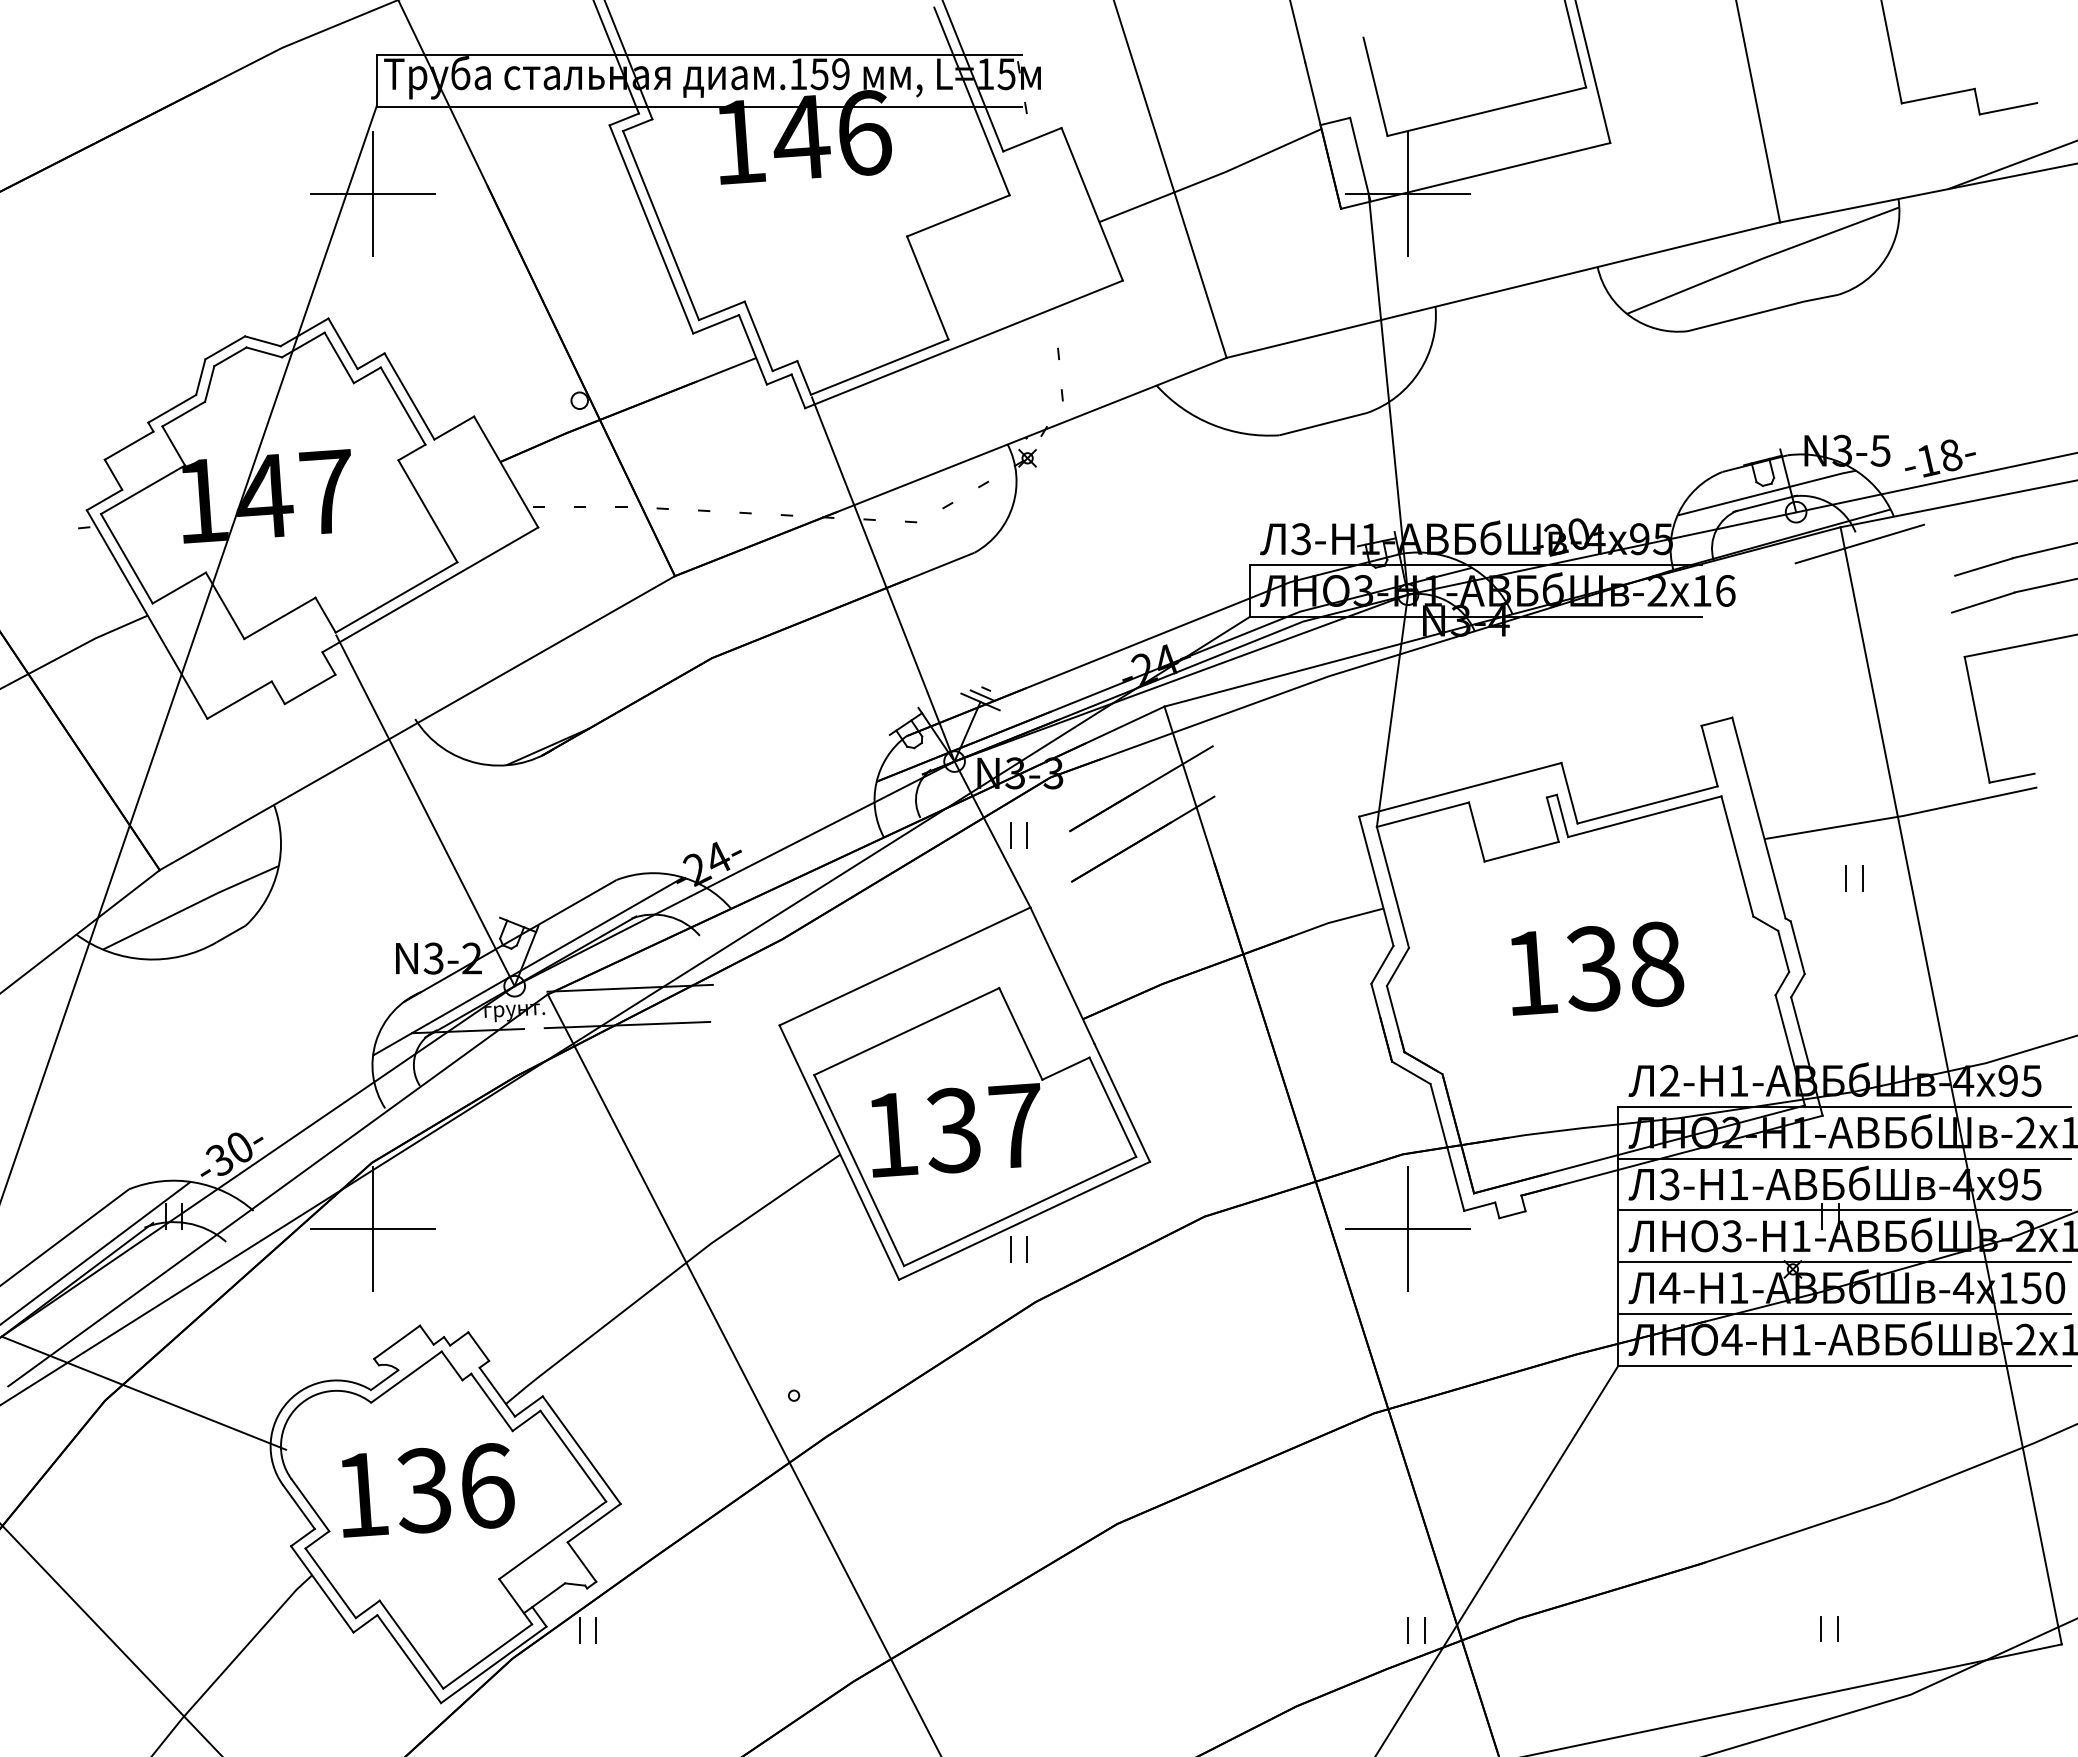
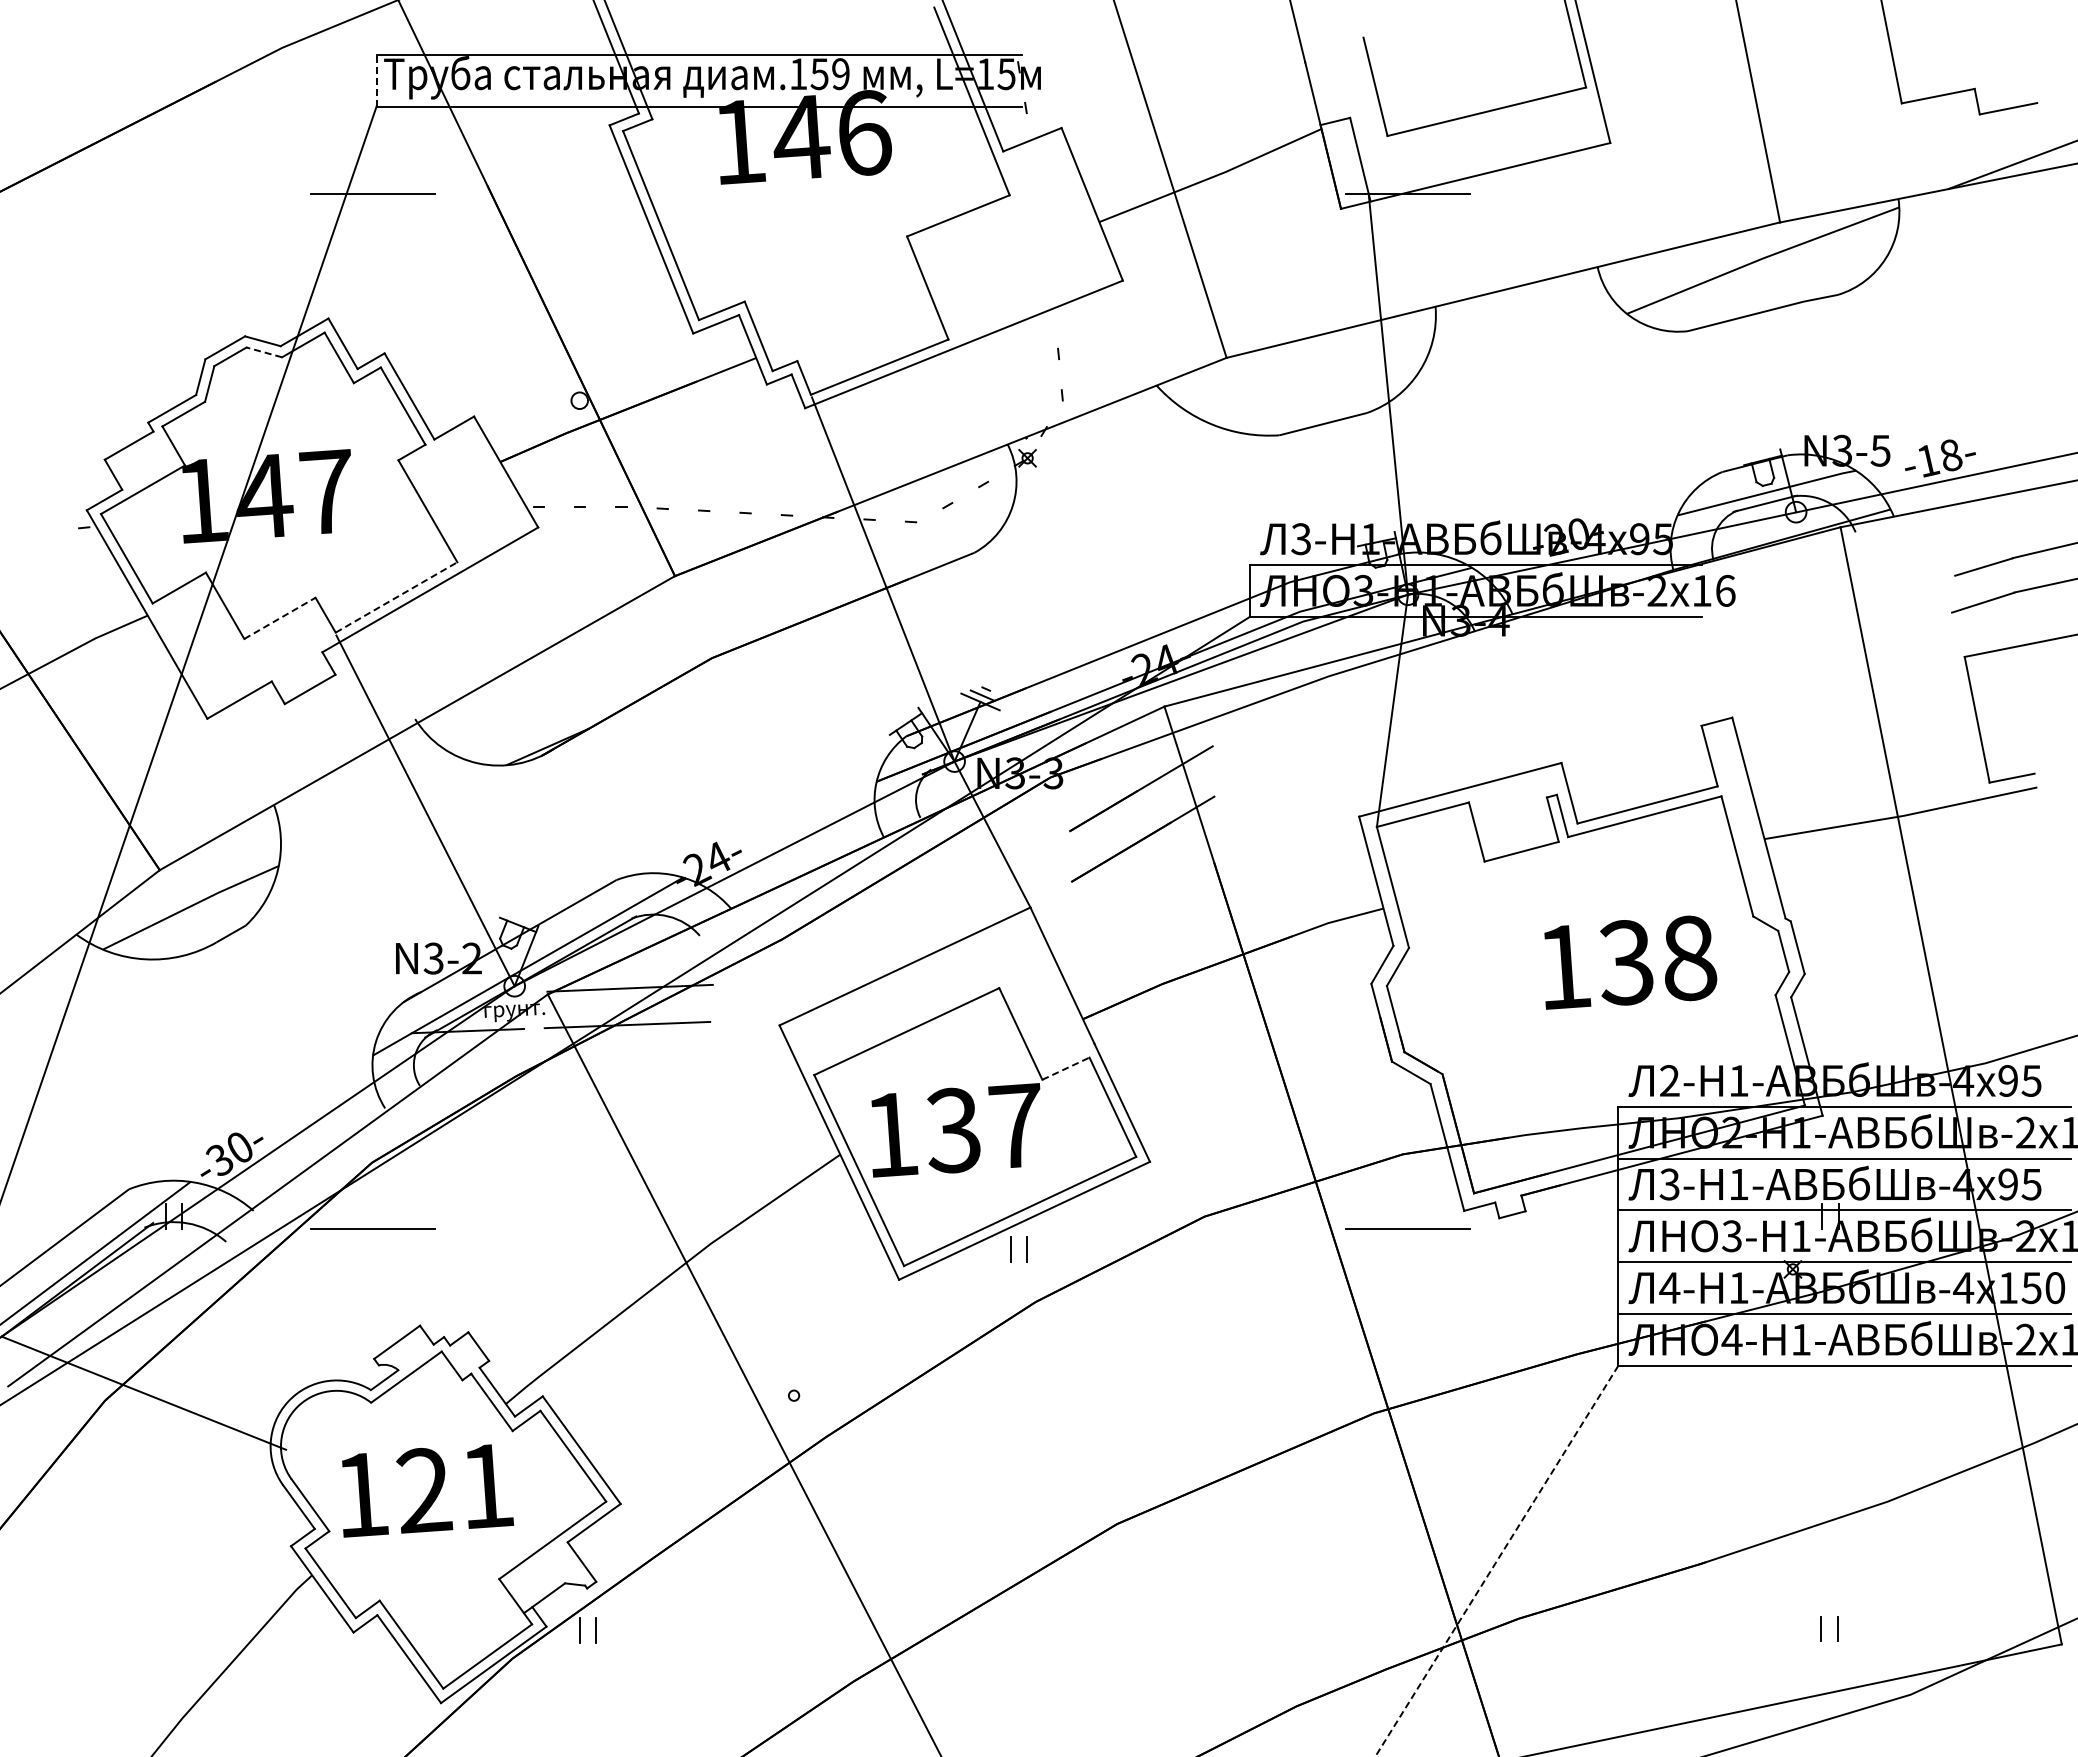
line at (376, 80): solid -> dashed
line at (372, 193): present -> none
line at (1408, 193): present -> none
line at (263, 352): solid -> dashed
line at (1859, 543): present -> none
line at (396, 597): solid -> dashed
line at (280, 618): solid -> dashed
part at (1011, 835): present -> none
part at (1846, 878): present -> none
text at (1597, 968) position: (1597, 968) -> (1630, 962)
line at (1066, 1068): solid -> dashed
line at (372, 1228): present -> none
line at (1408, 1228): present -> none
text at (455, 1488): 136 -> 121
line at (1496, 1561): solid -> dashed
part at (1408, 1630): present -> none
line at (110, 1639): present -> none
